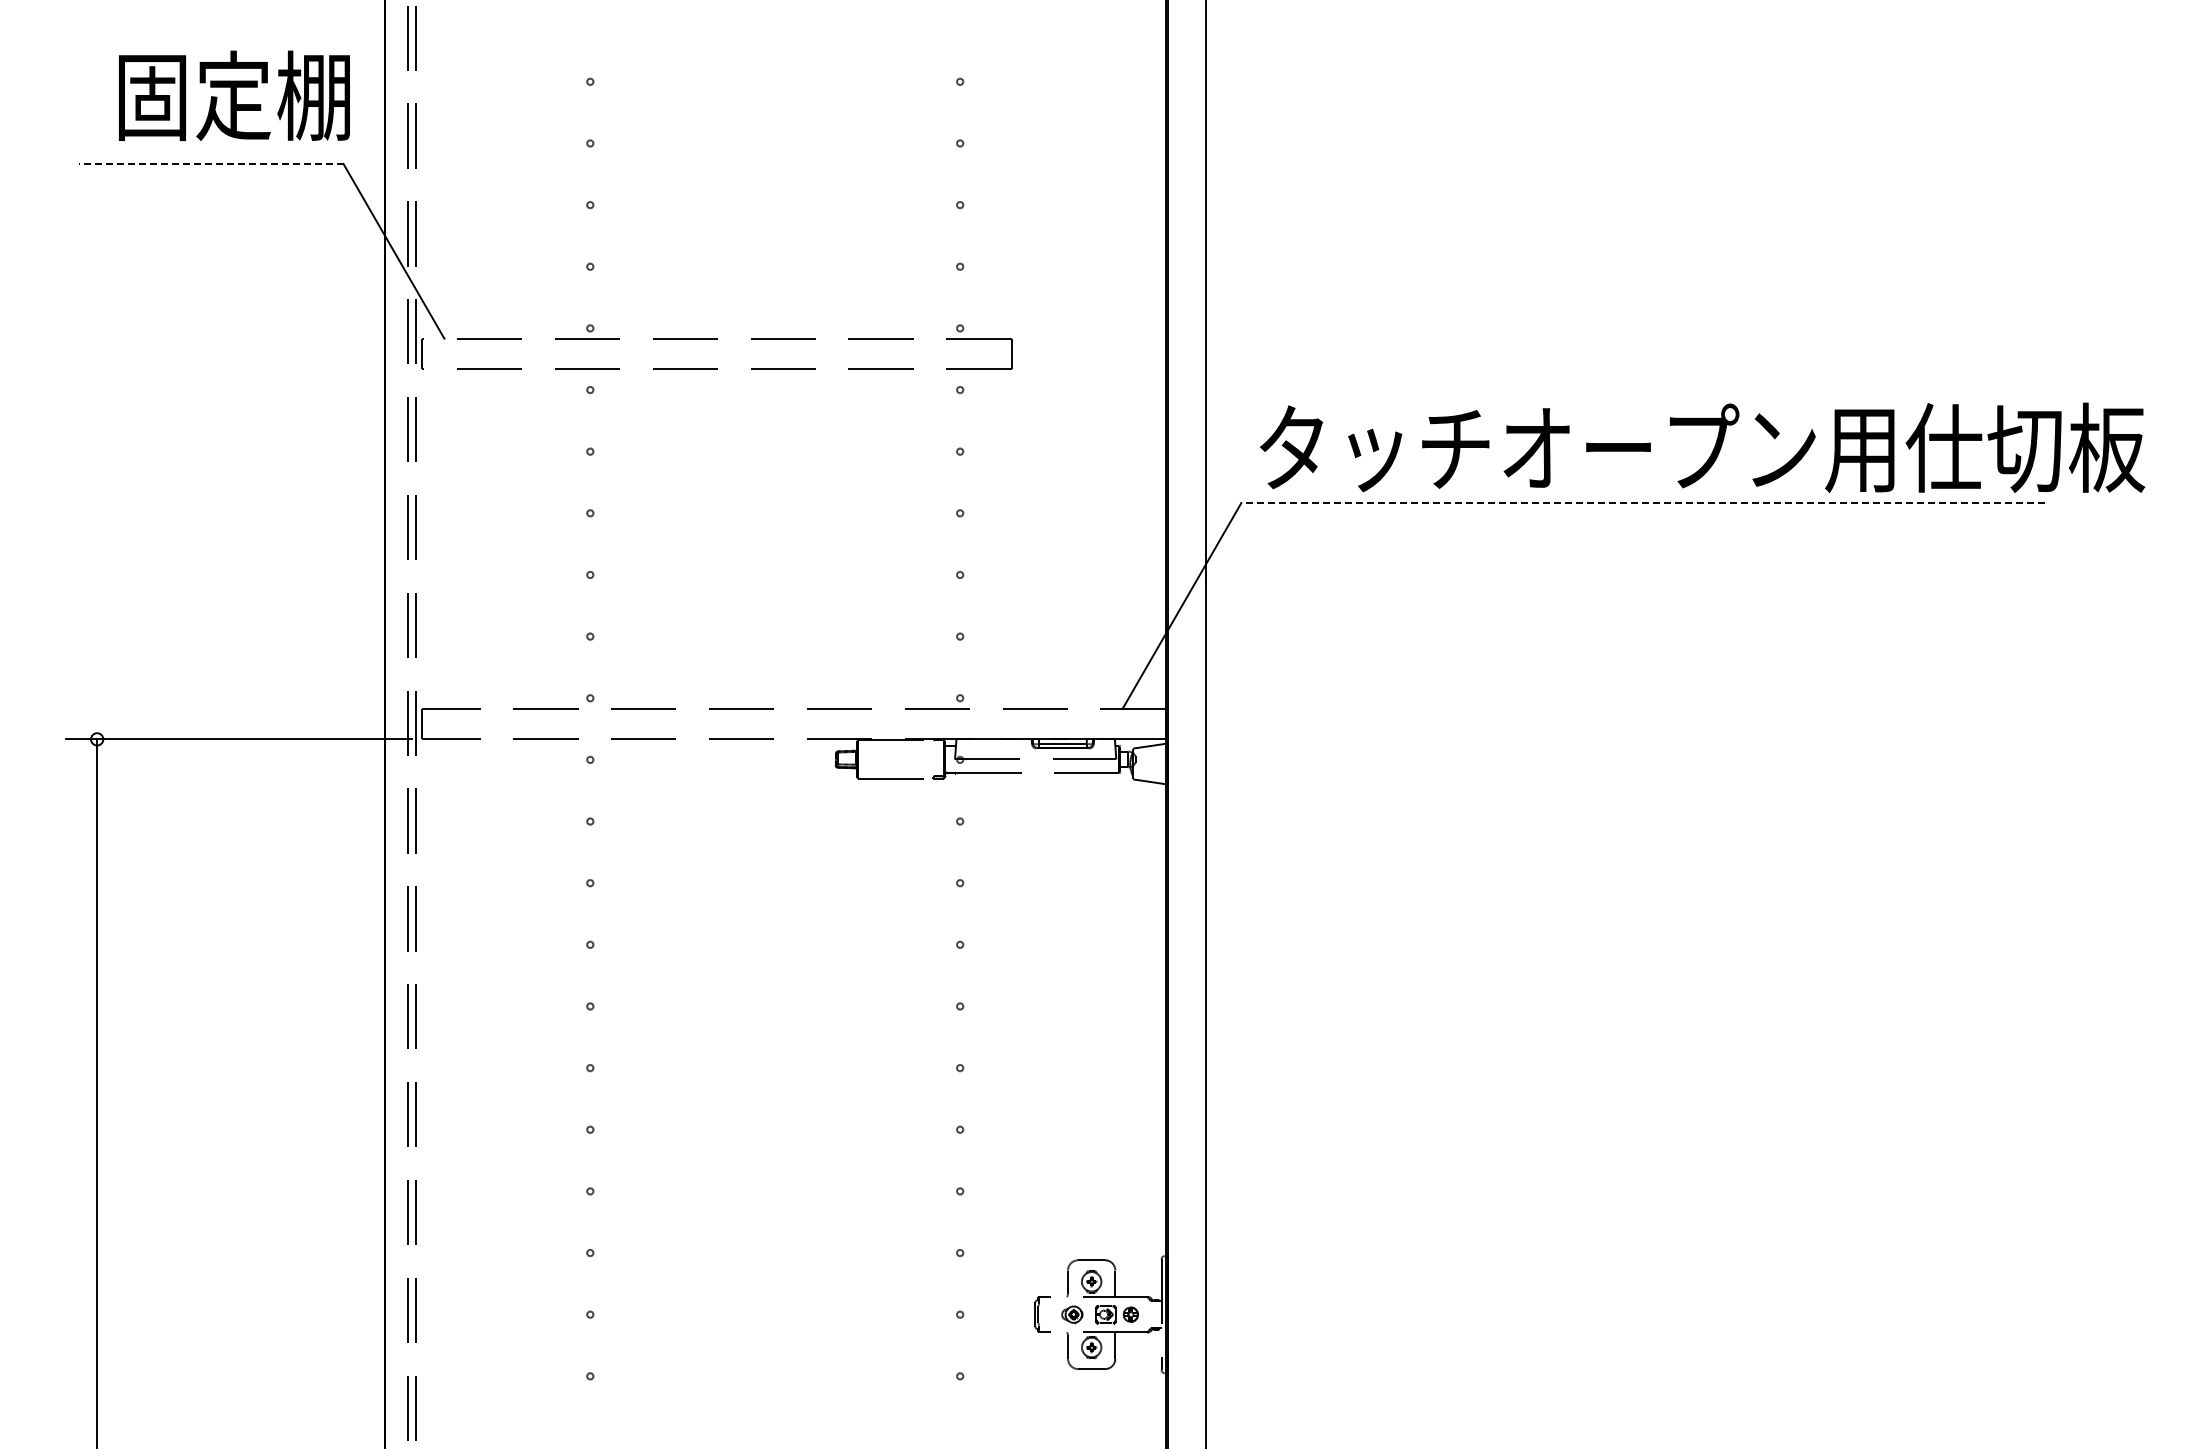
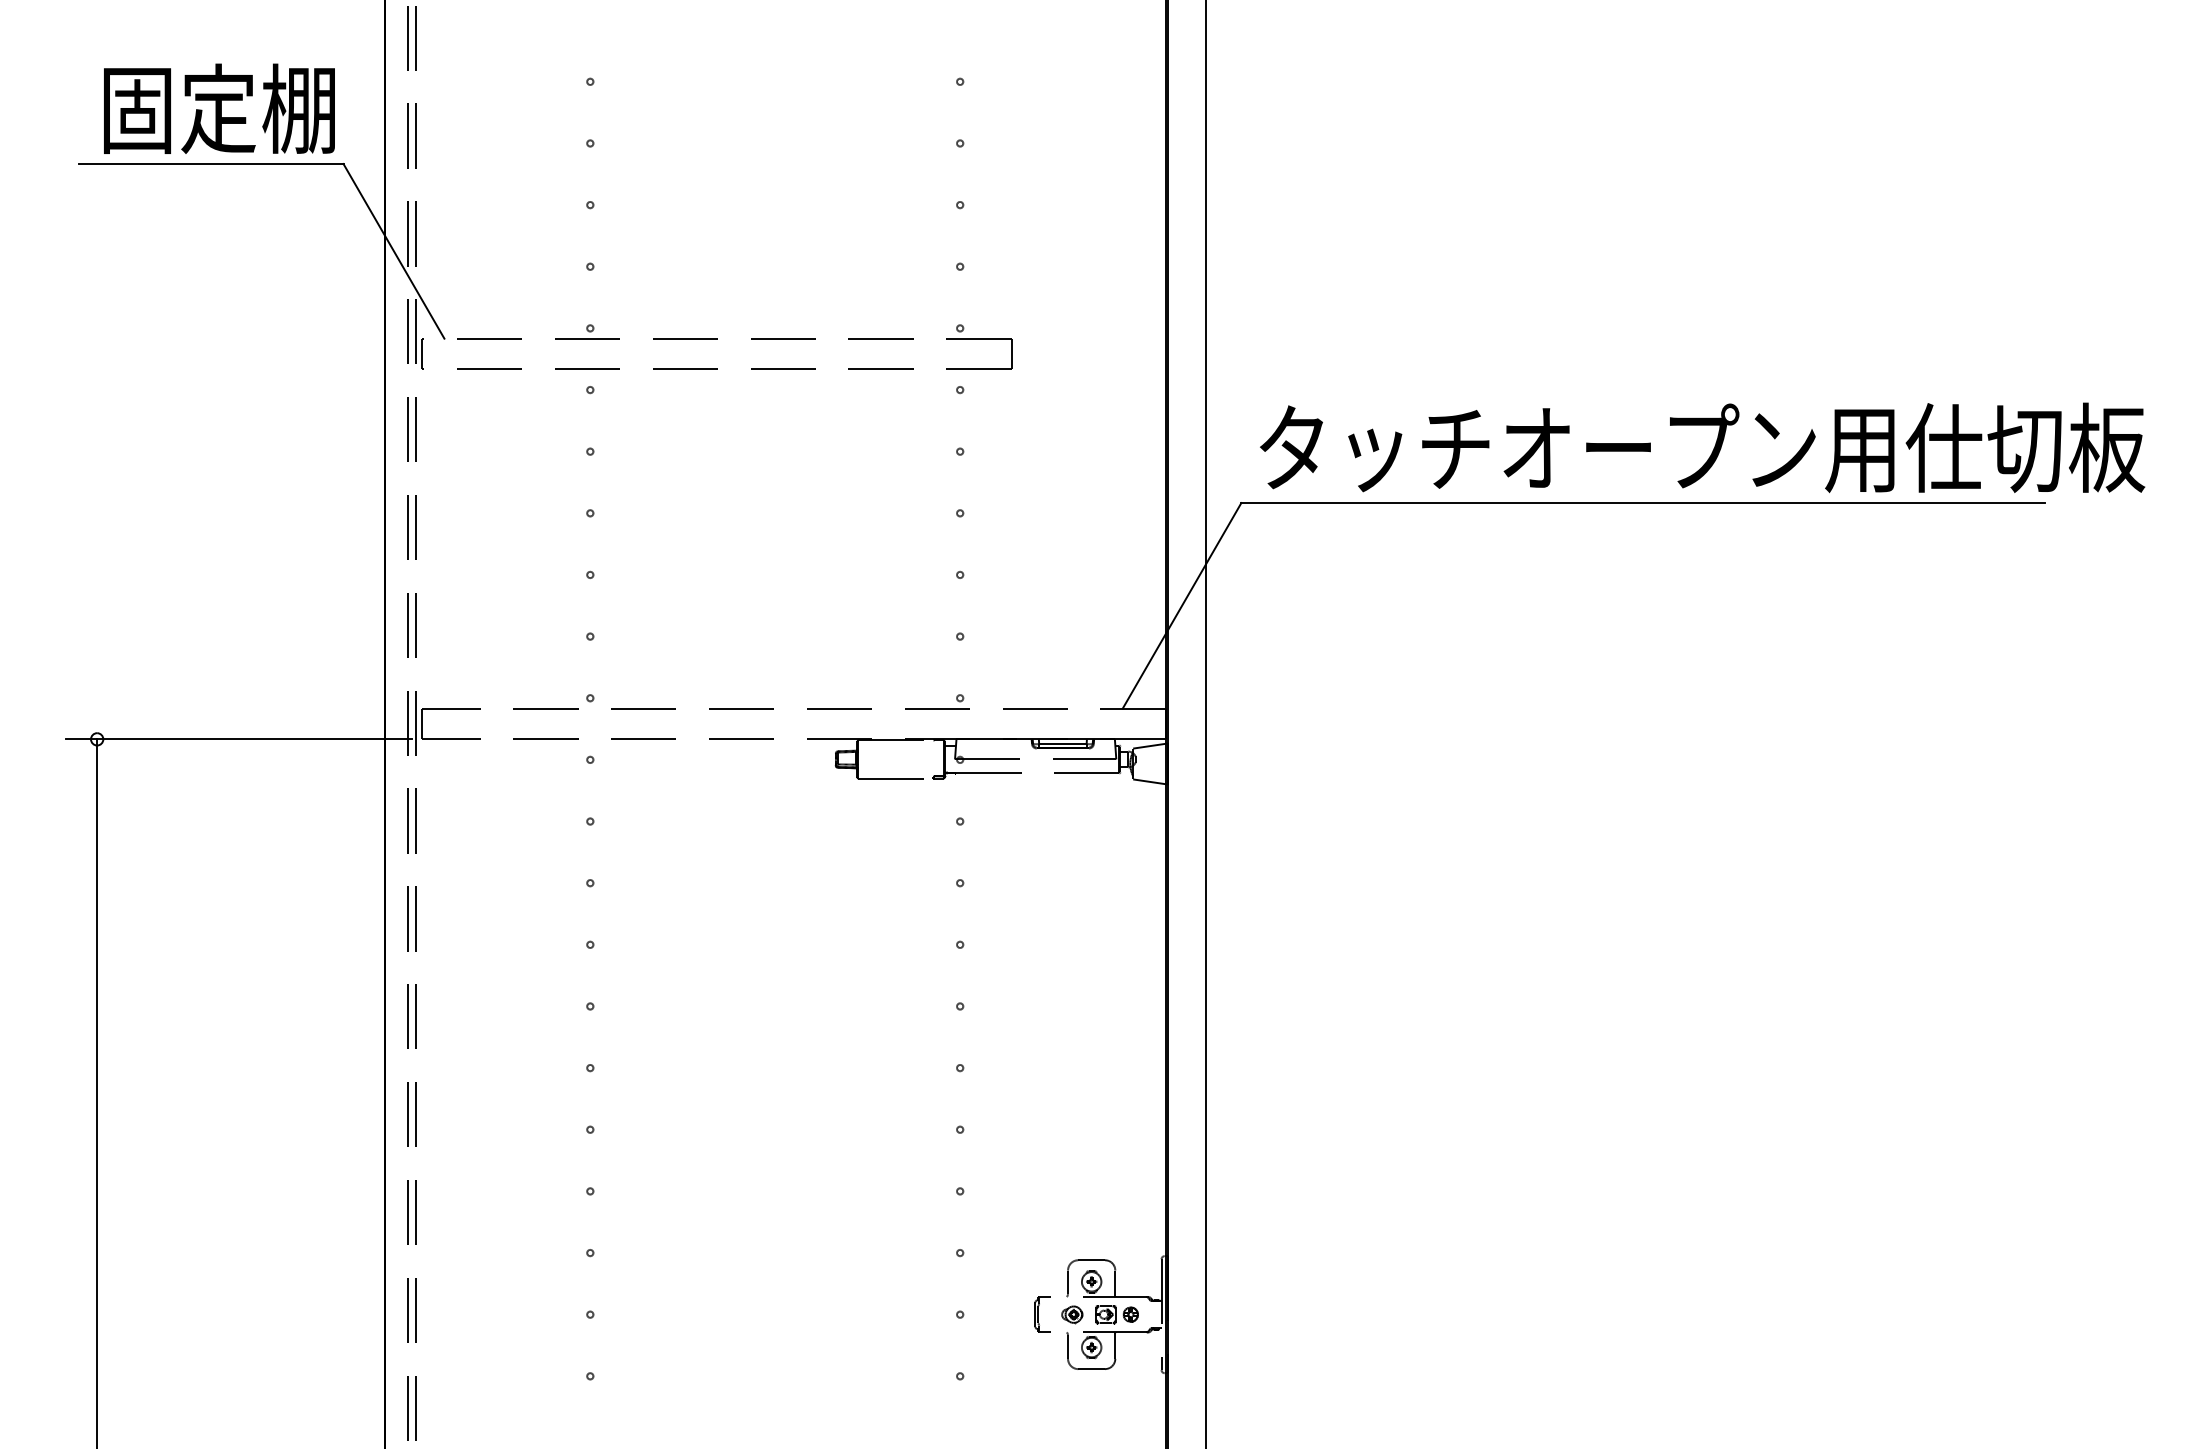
text at (234, 95) position: (234, 95) -> (219, 108)
line at (210, 164): dashed -> solid
line at (1643, 503): dashed -> solid
